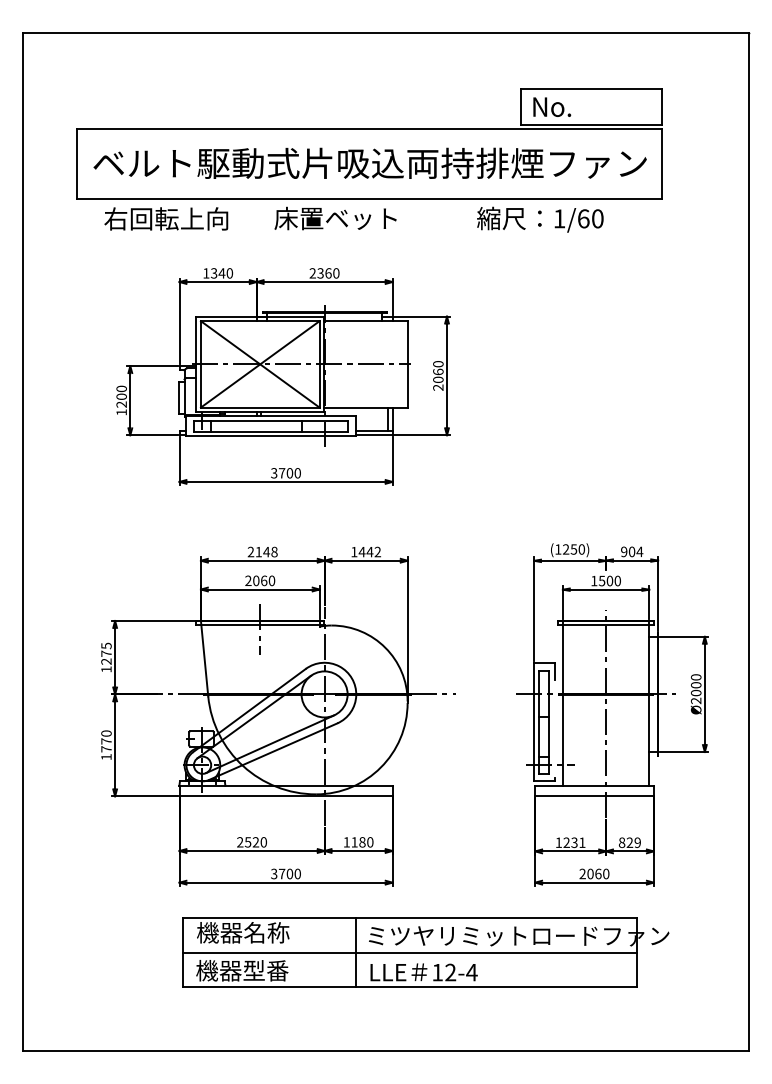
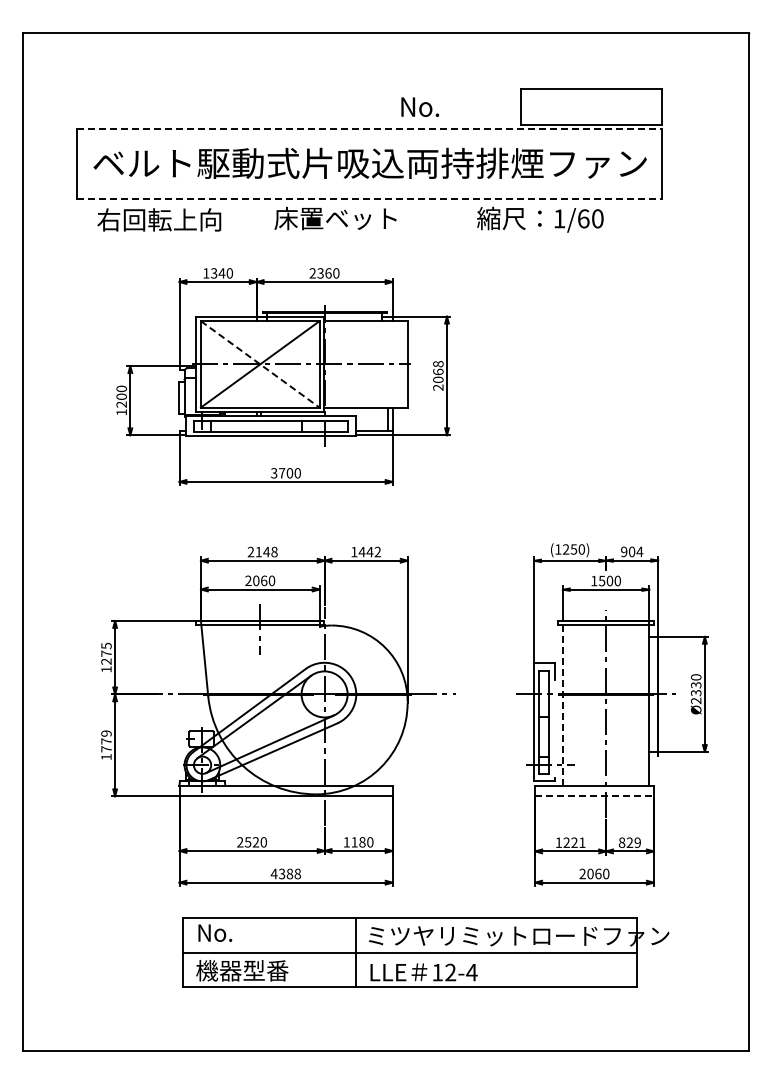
text at (552, 106) position: (552, 106) -> (420, 106)
line at (369, 129): solid -> dashed
line at (369, 198): solid -> dashed
text at (166, 218) position: (166, 218) -> (159, 219)
line at (260, 364): solid -> dashed
text at (438, 364): 2060 -> 2068
text at (696, 689): Ø2000 -> Ø2330
line at (562, 703): solid -> dashed
text at (106, 733): 1770 -> 1779
line at (595, 796): solid -> dashed
text at (574, 843): 1231 -> 1221
text at (285, 873): 3700 -> 4388
text at (243, 932): 機器名称 -> No.
